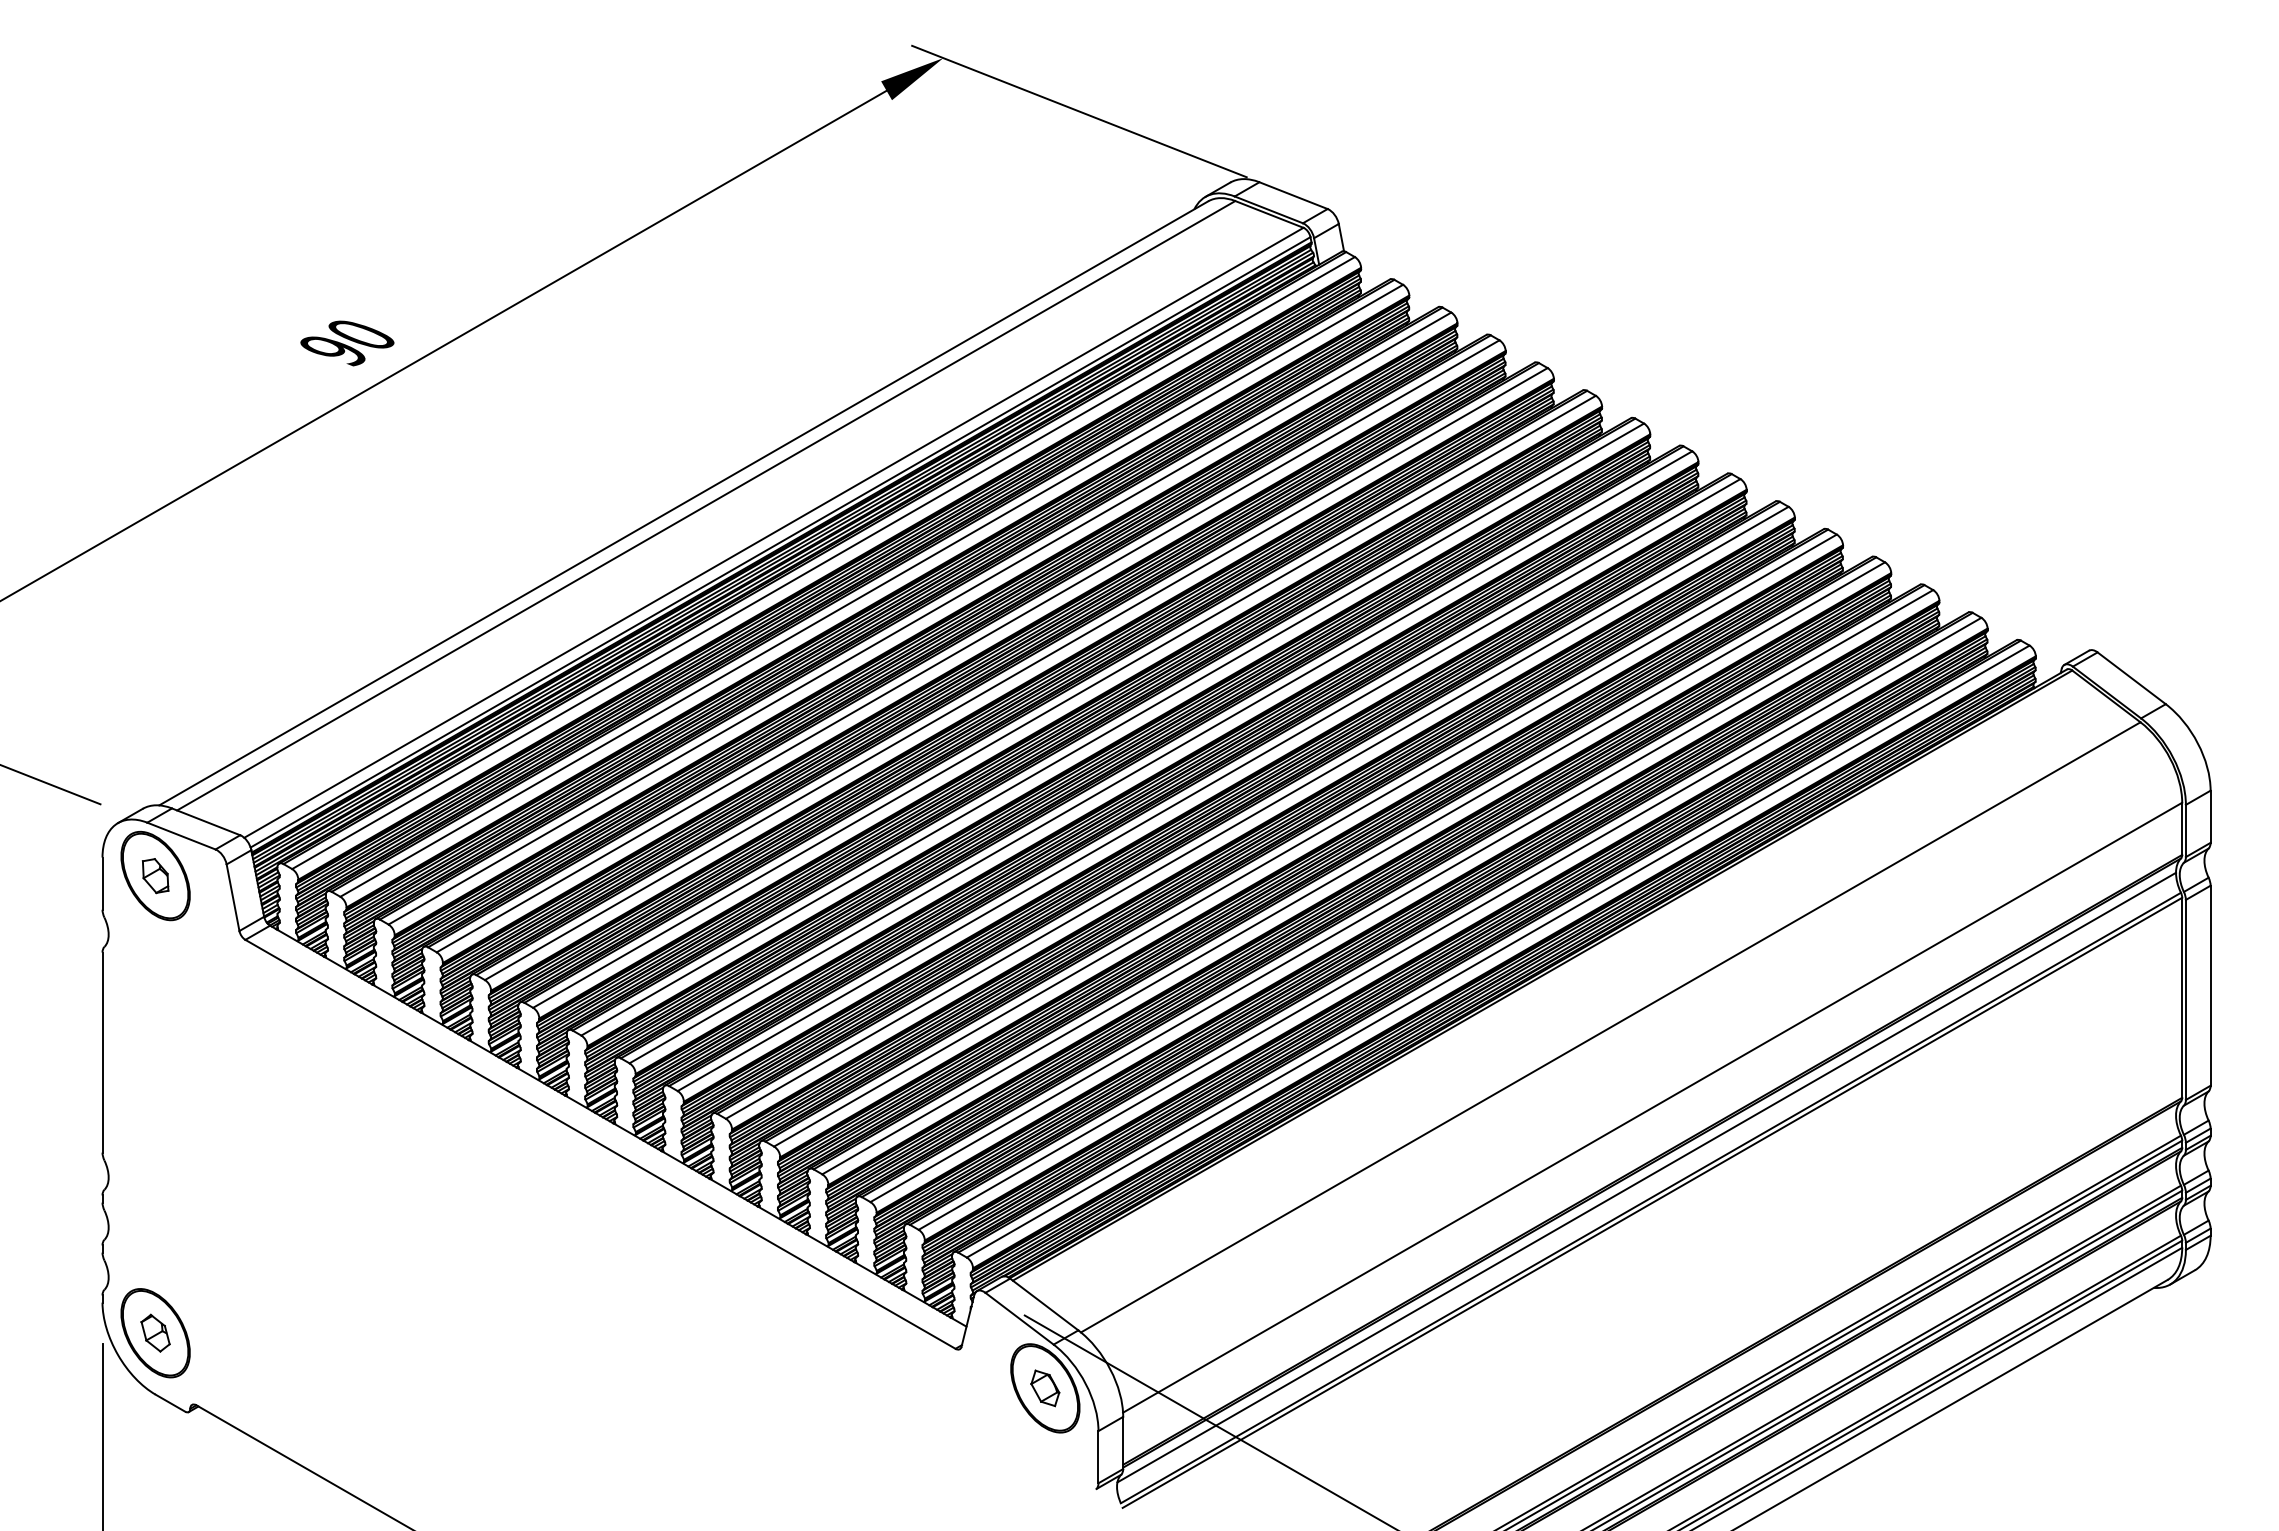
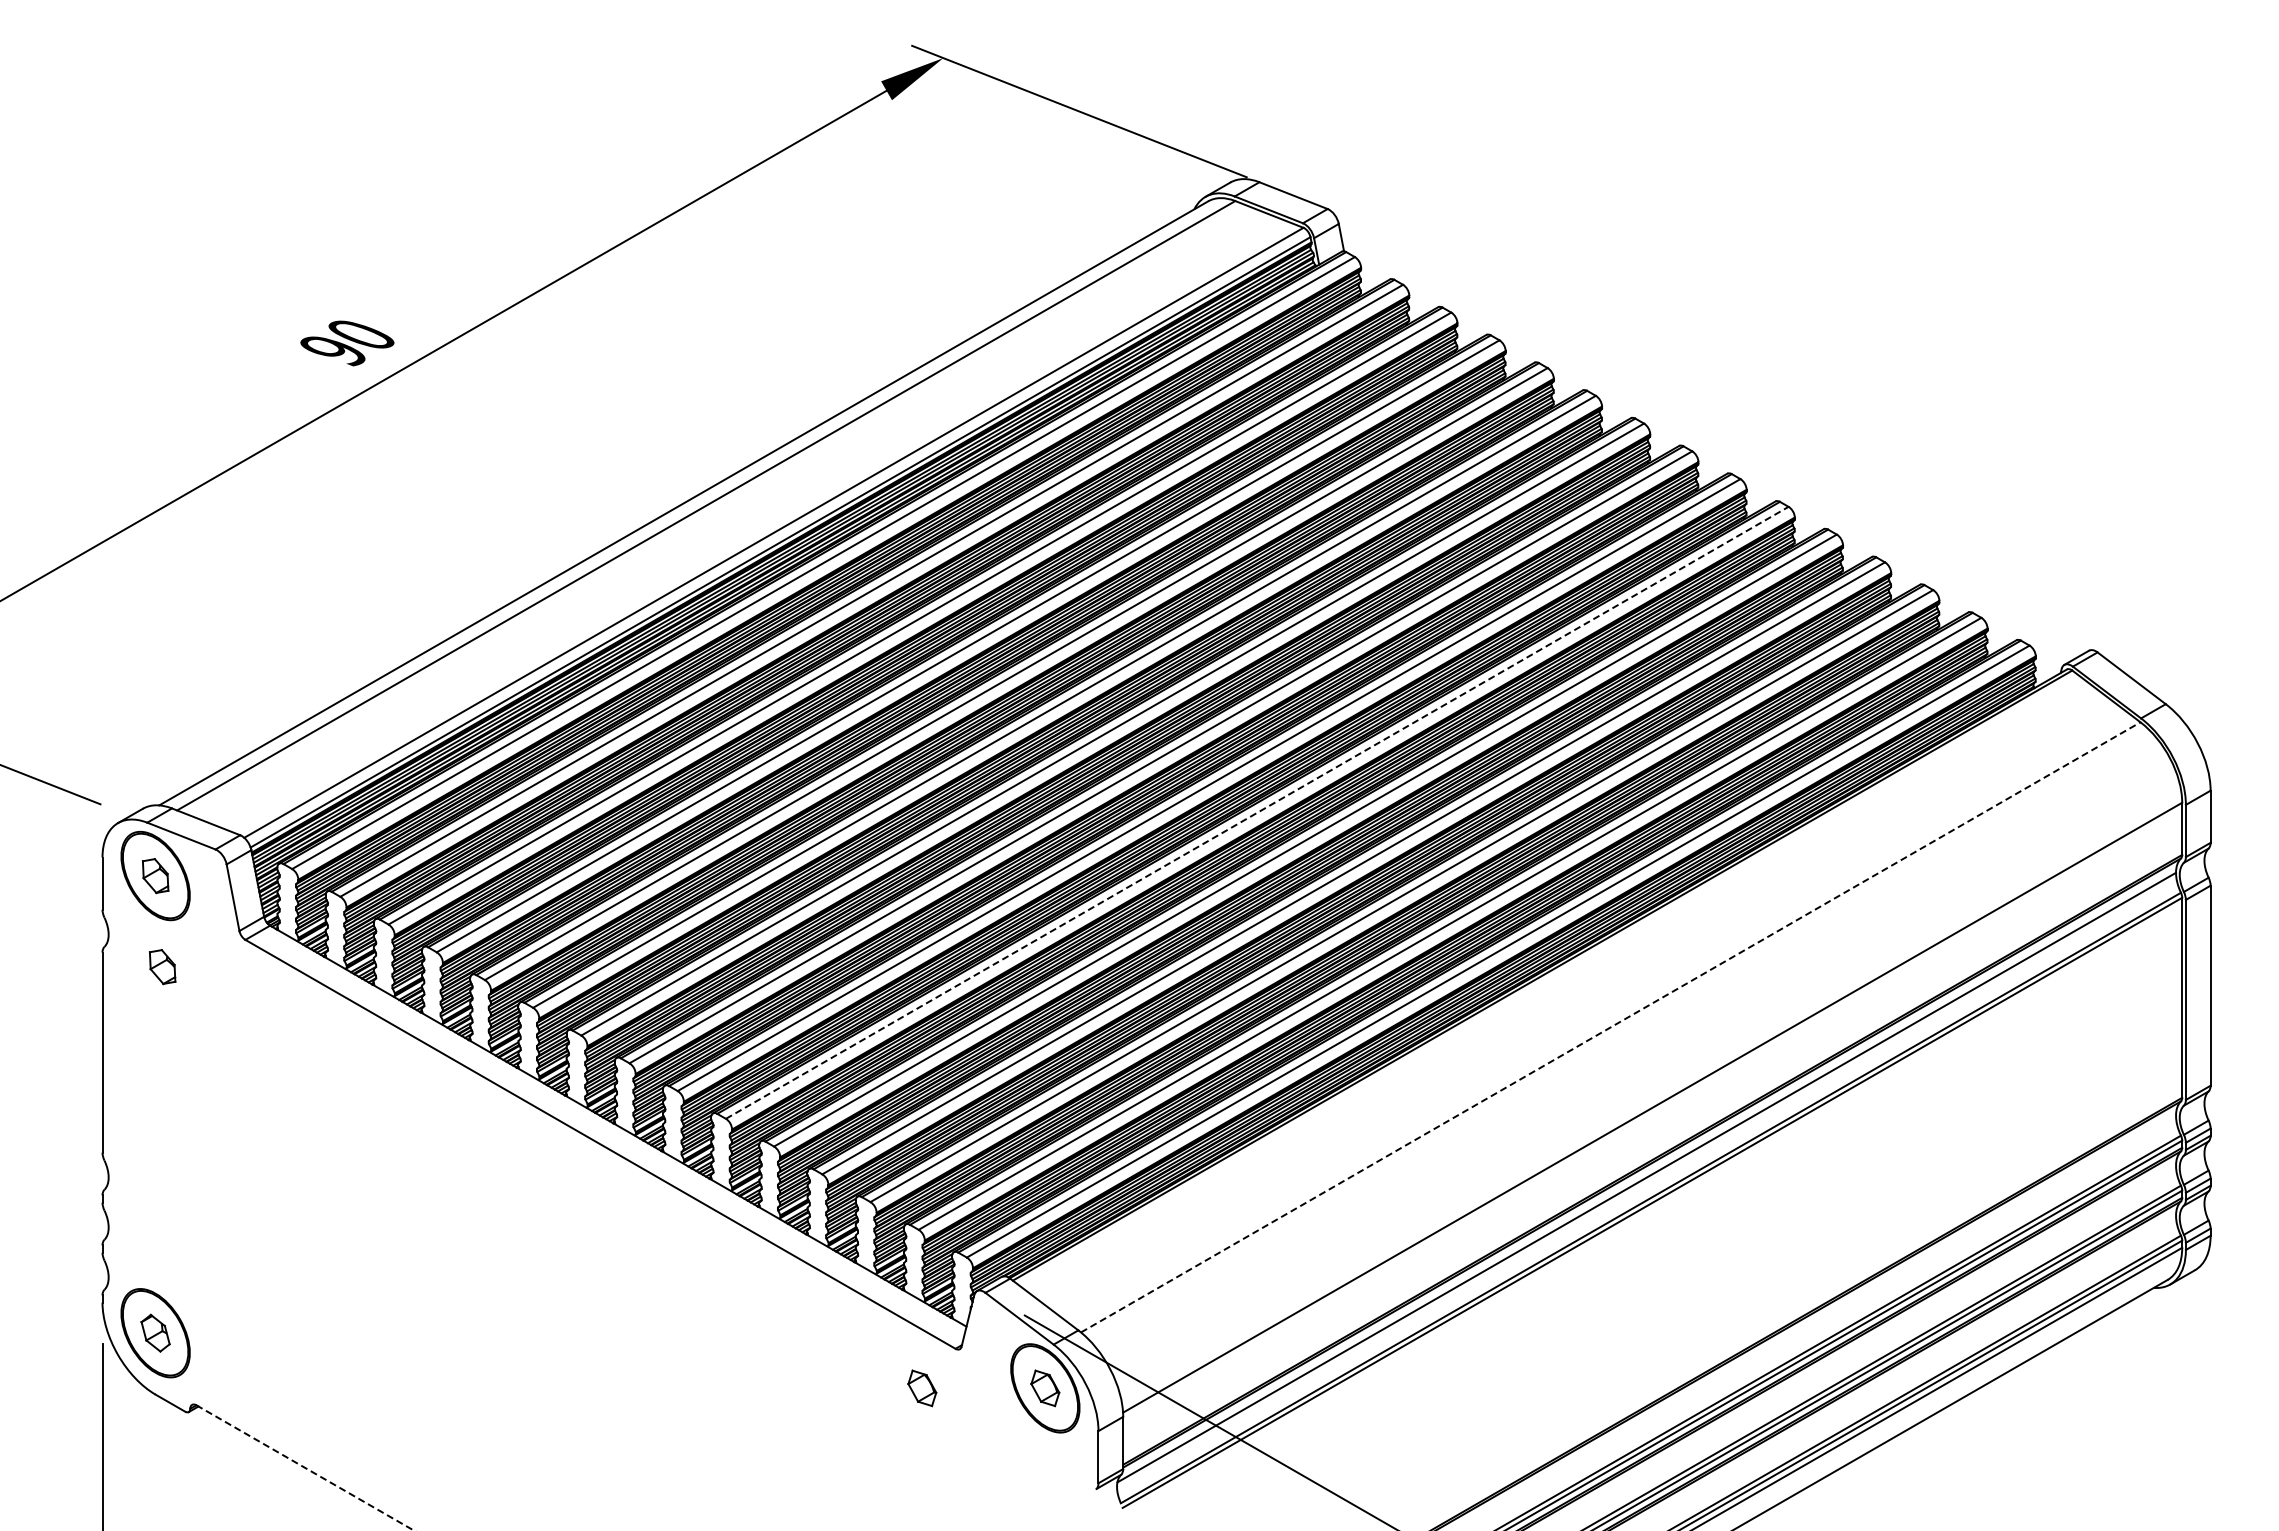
line at (1257, 812): solid -> dashed
part at (162, 967): none -> present
line at (1611, 1027): solid -> dashed
part at (922, 1388): none -> present
line at (305, 1468): solid -> dashed
